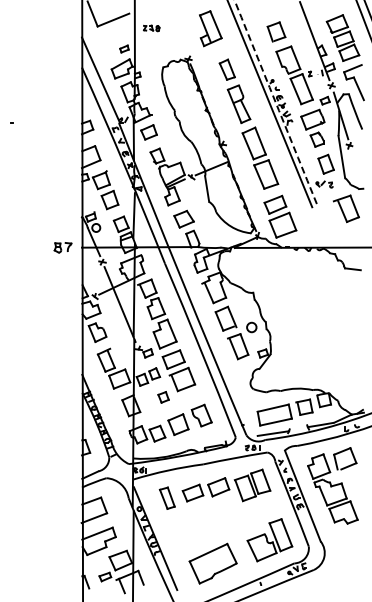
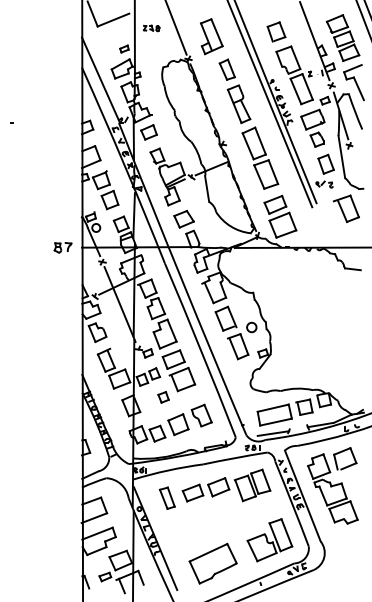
line at (176, 28): none -> present
part at (210, 28) position: (210, 28) -> (211, 36)
arc at (275, 102): dashed -> solid
